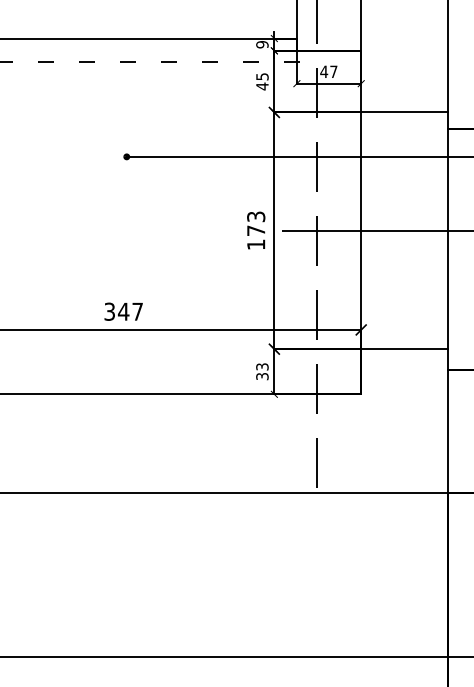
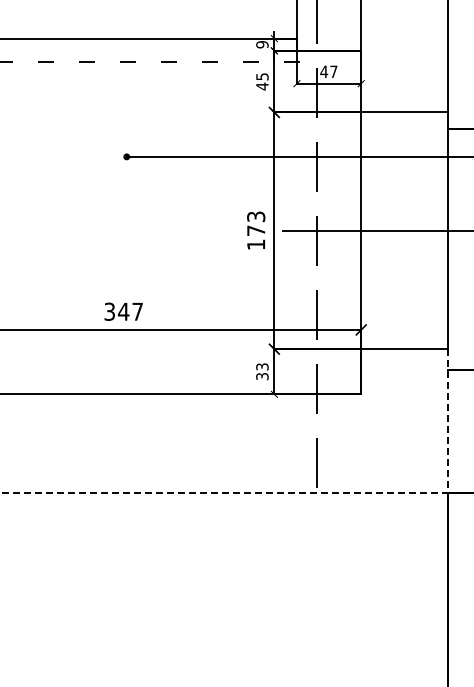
line at (296, 492): solid -> dashed
line at (236, 657): present -> none
